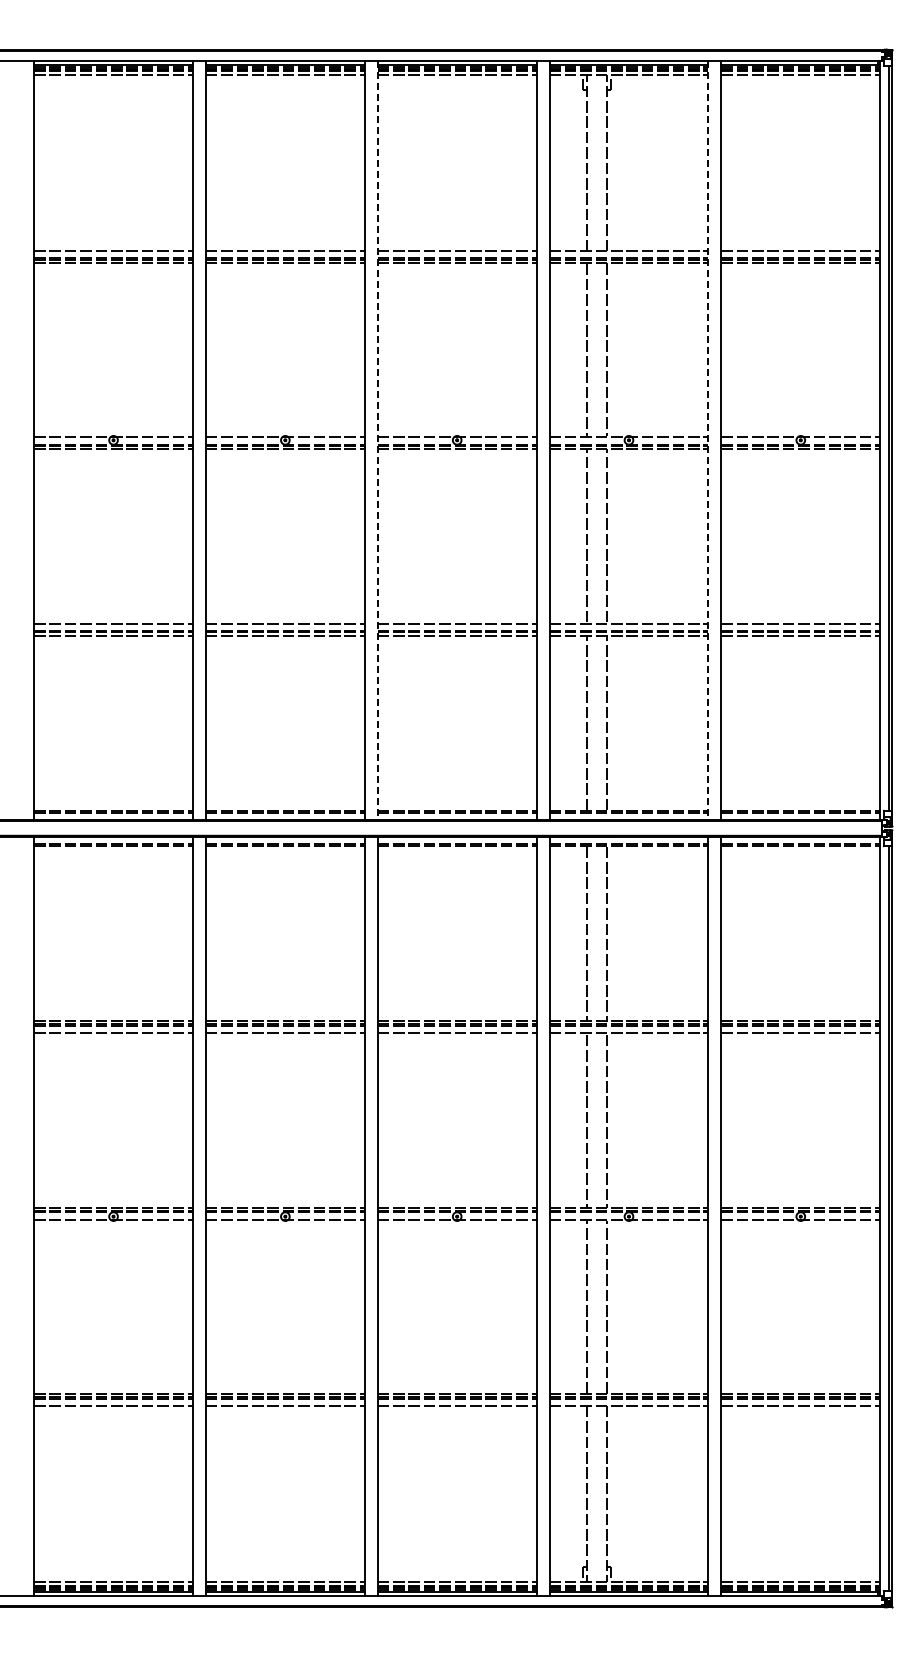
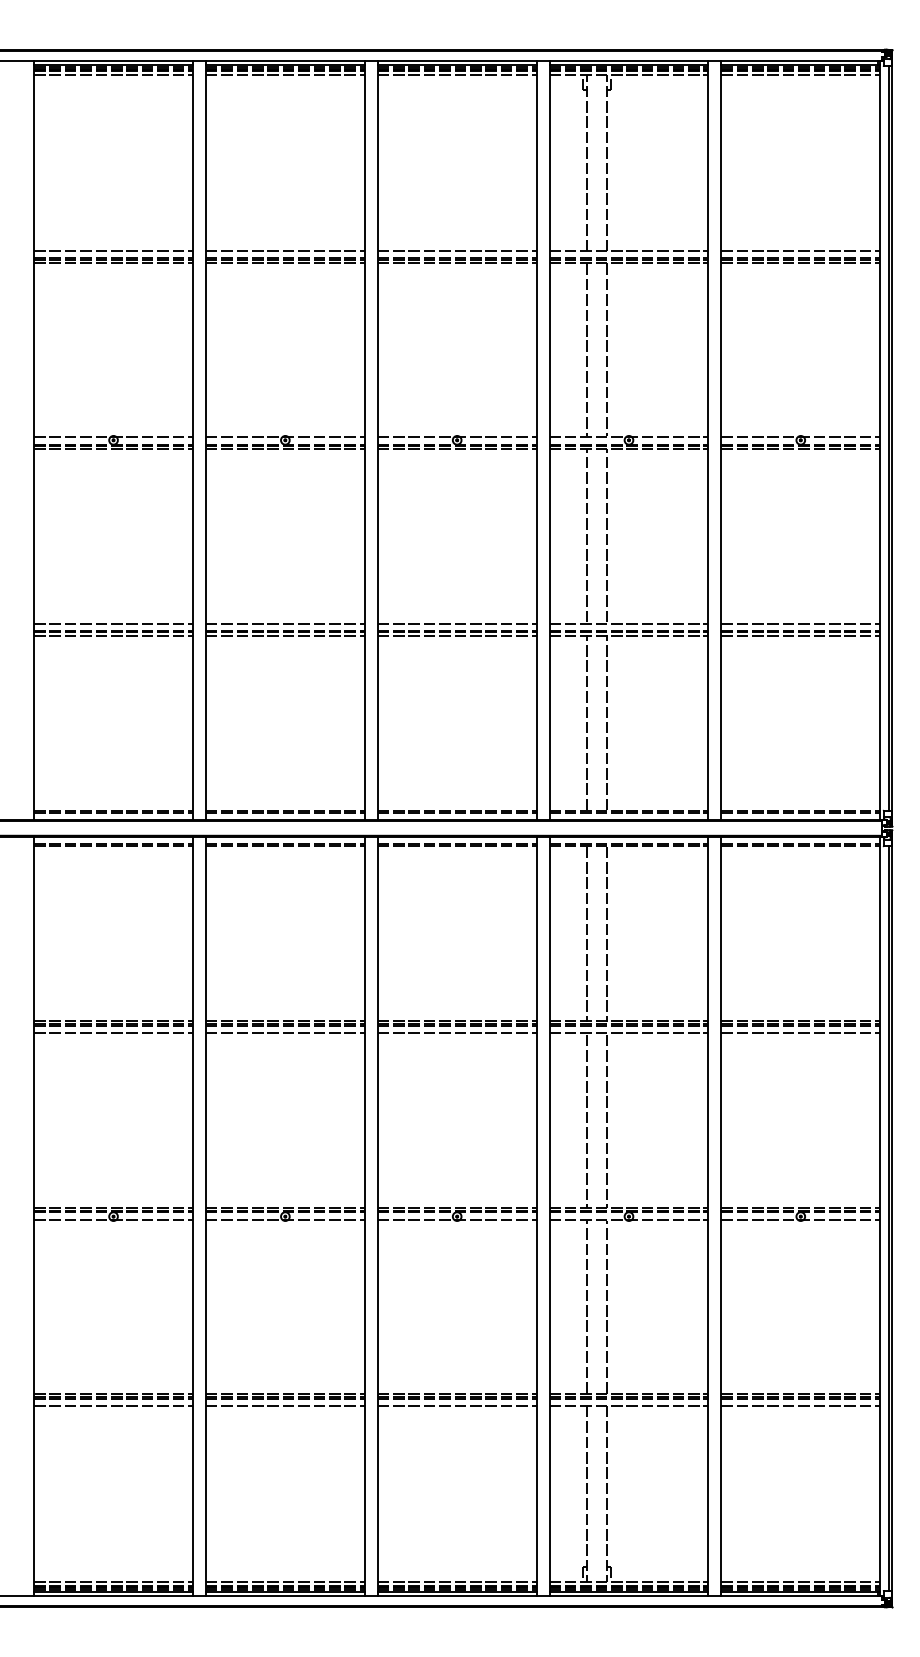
line at (377, 440): dashed -> solid
line at (708, 440): dashed -> solid
